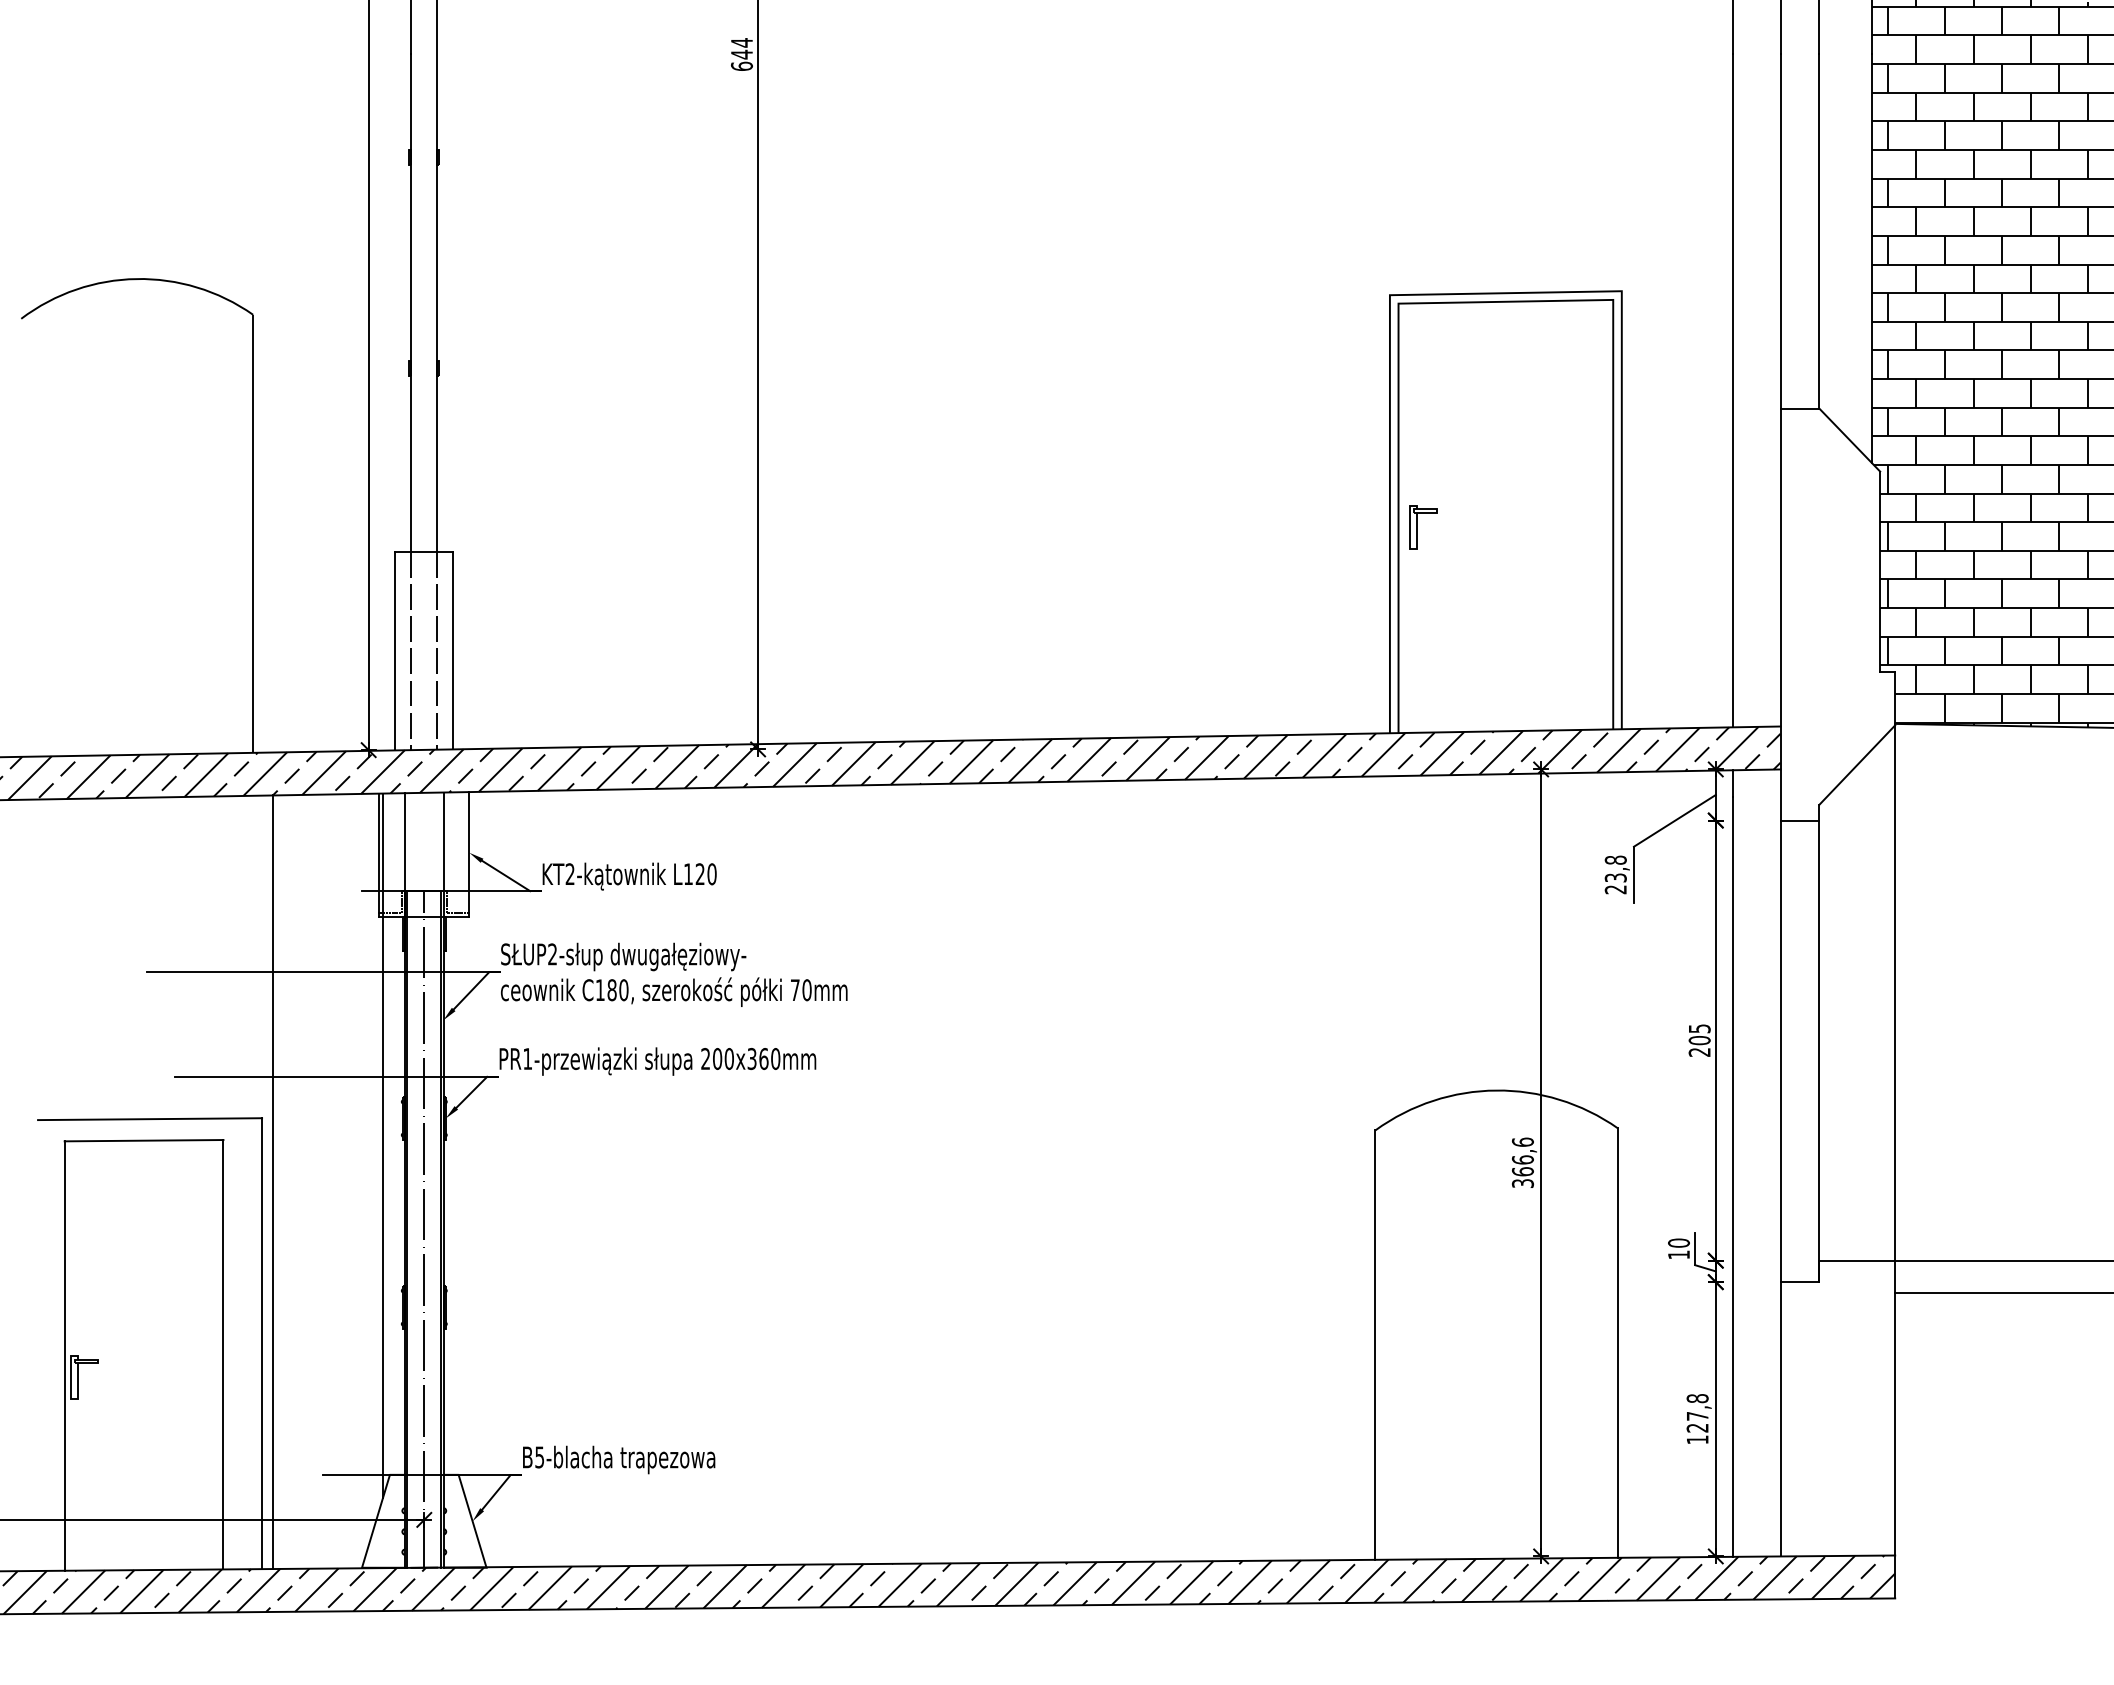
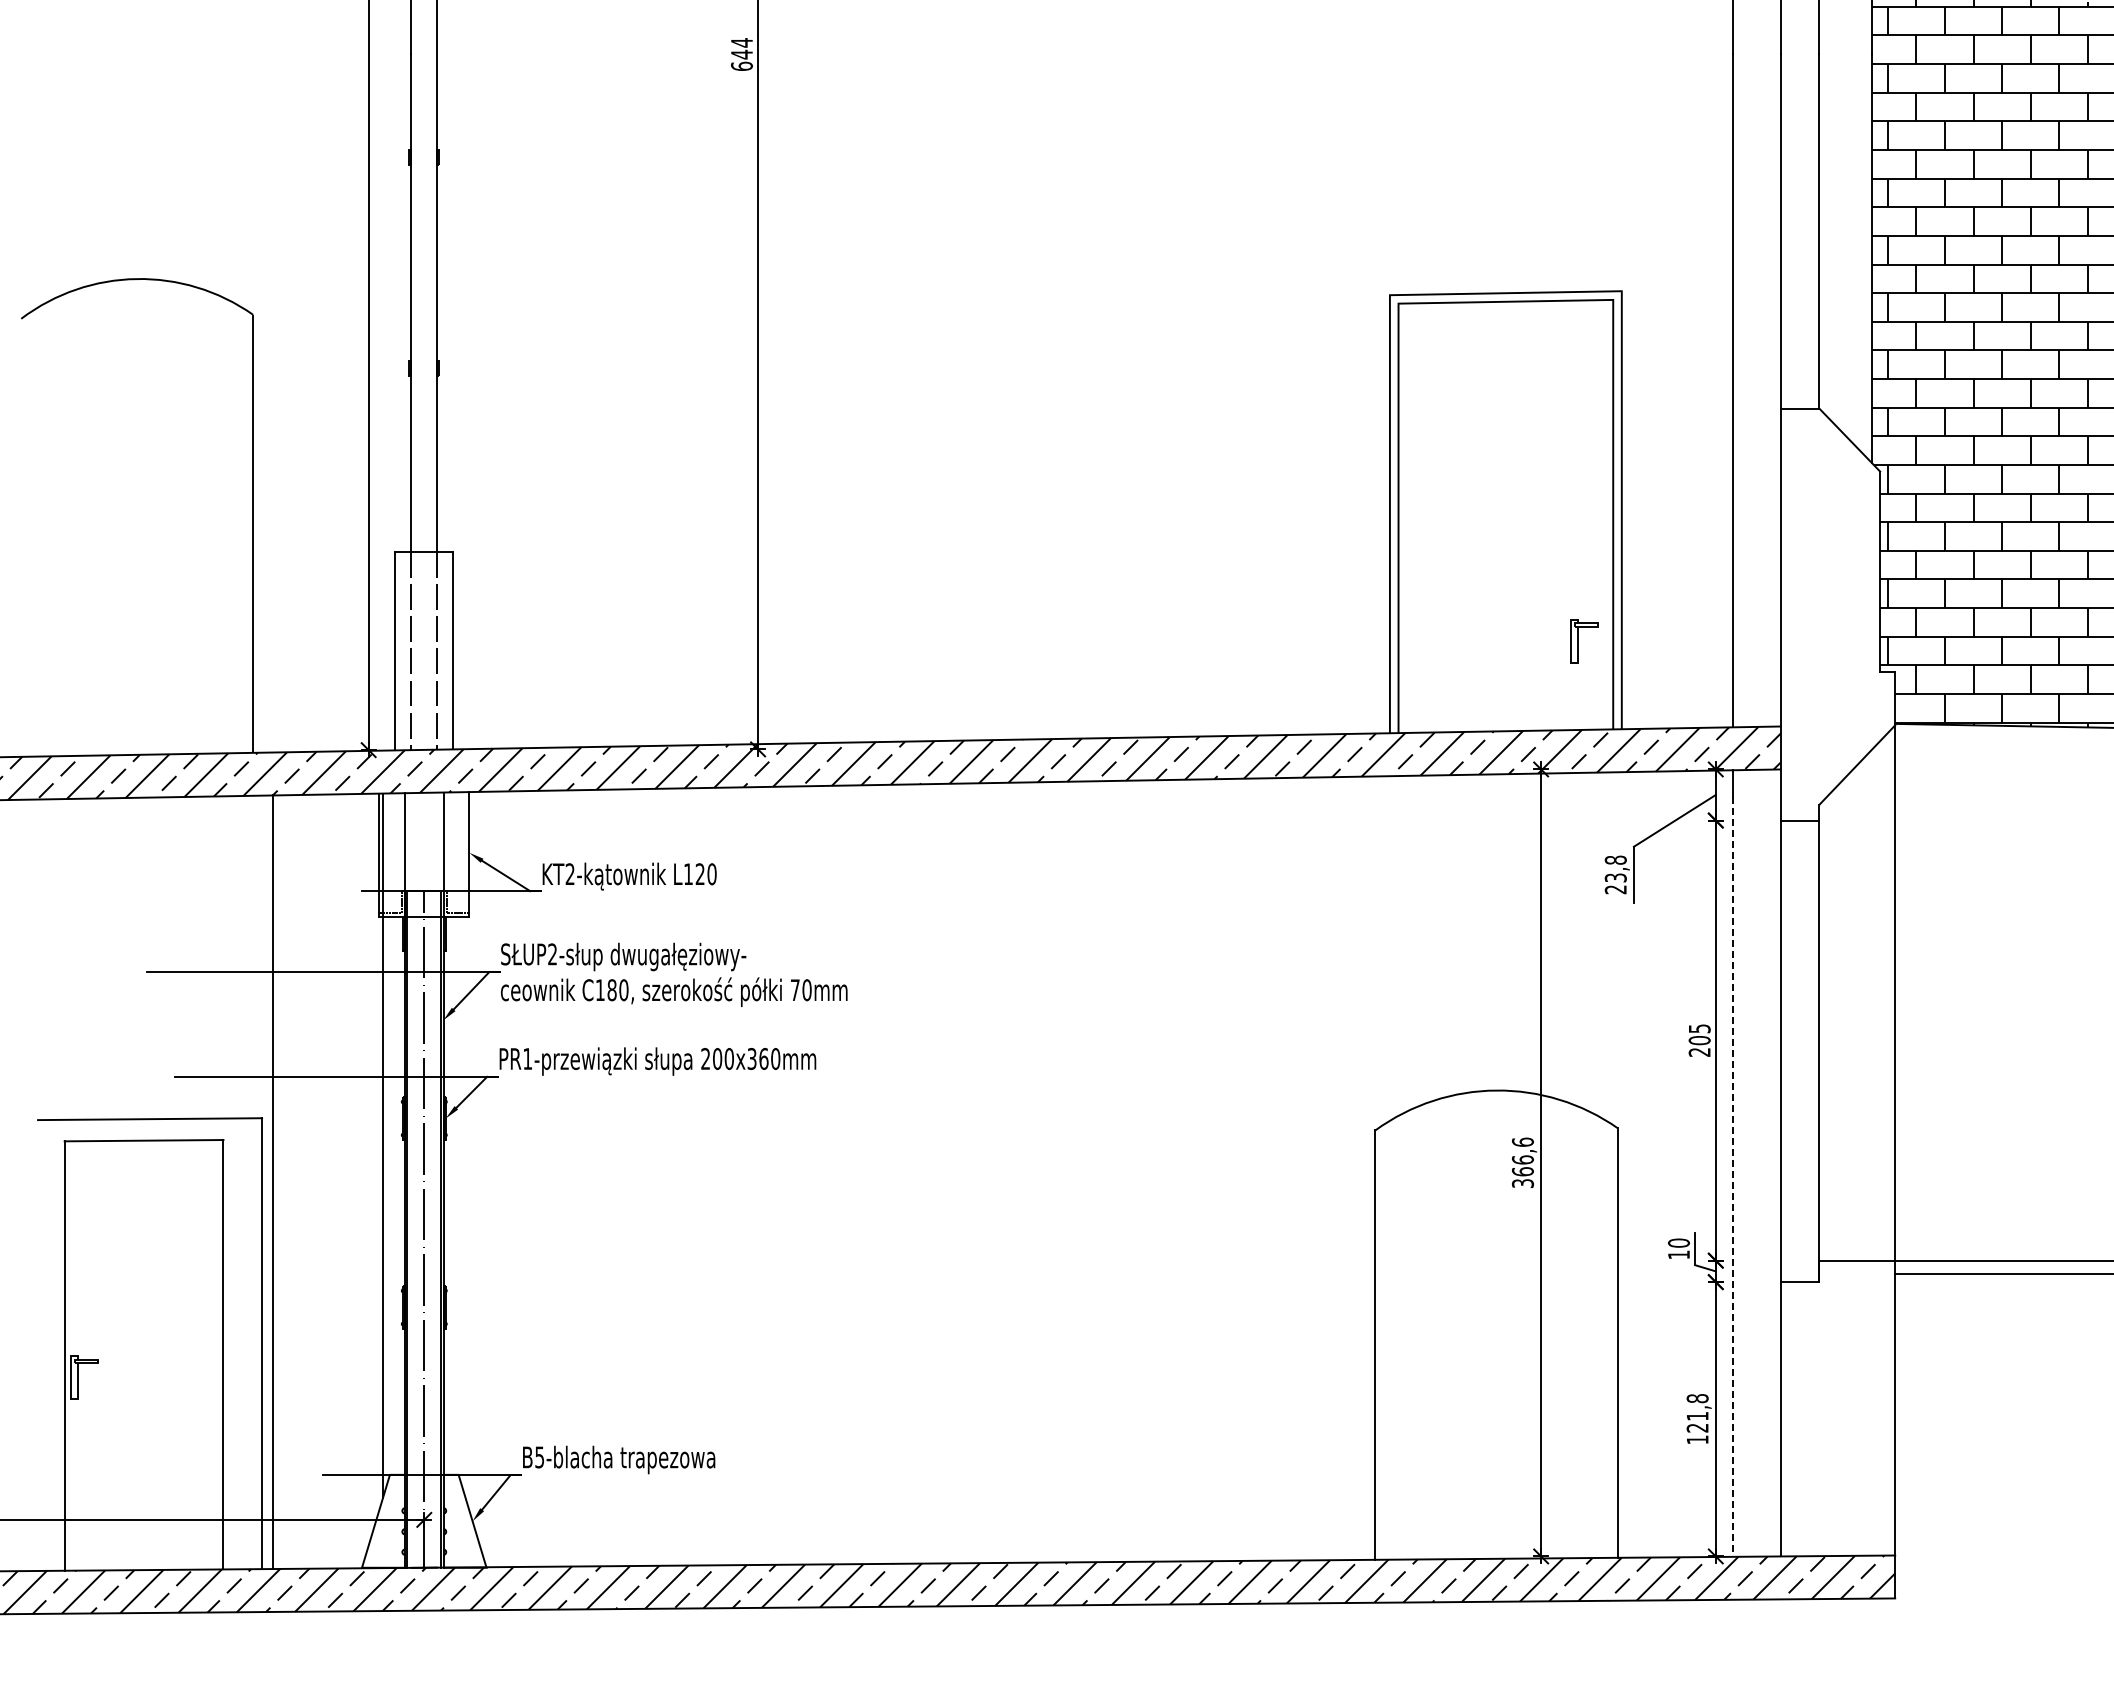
part at (1423, 527) position: (1423, 527) -> (1584, 641)
line at (1733, 1176): solid -> dashed
line at (2002, 1292) position: (2002, 1292) -> (2002, 1273)
text at (1697, 1416): 127,8 -> 121,8
